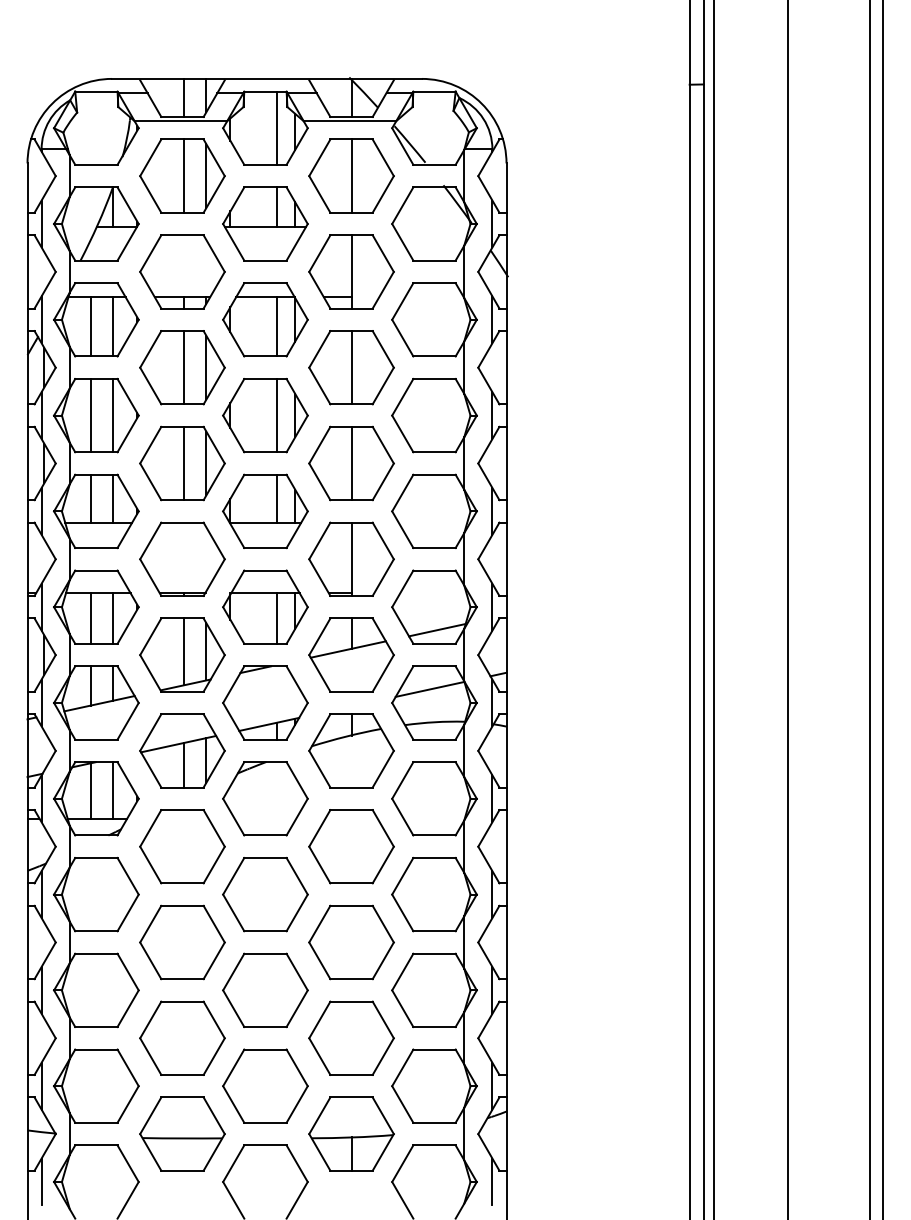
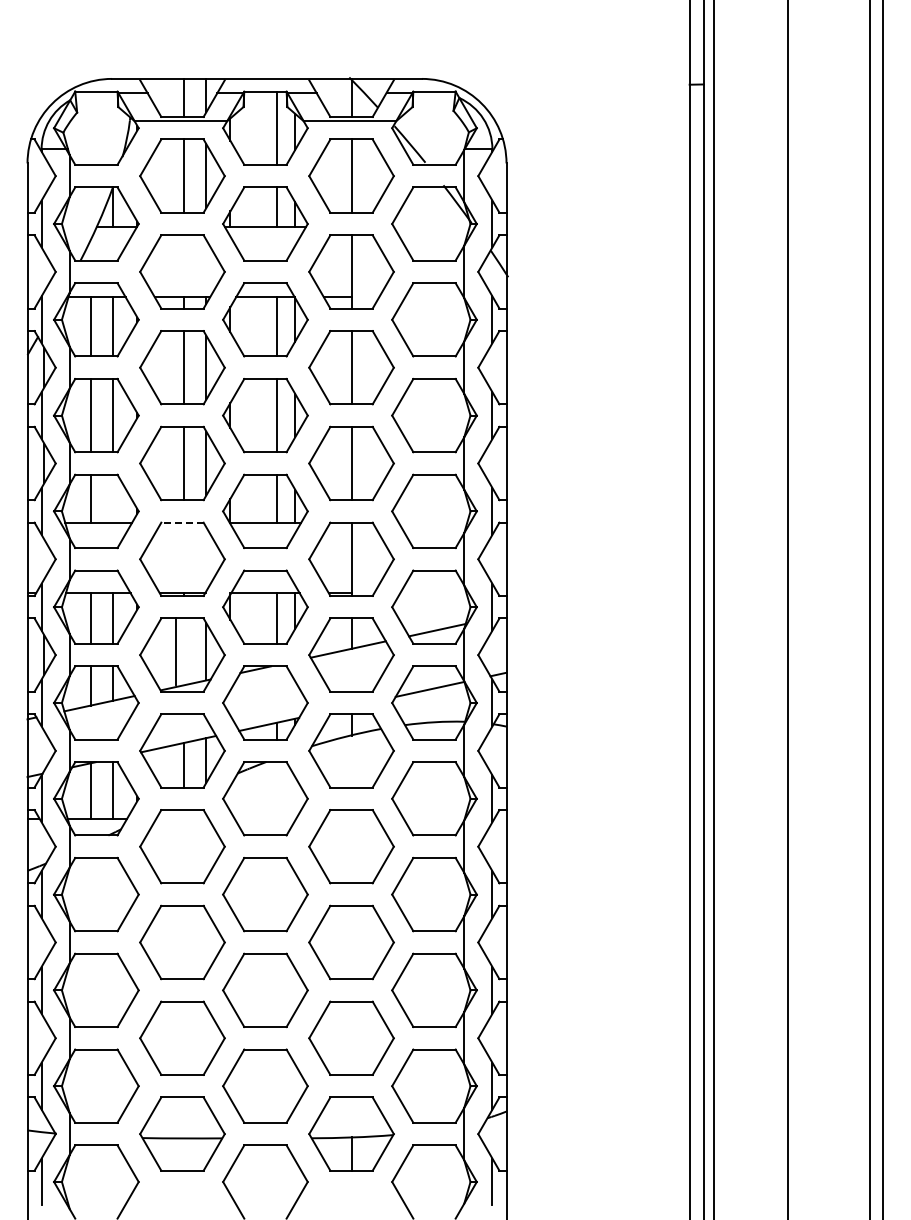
line at (113, 498): present -> none
line at (182, 522): solid -> dashed
line at (183, 651) position: (183, 651) -> (175, 651)
